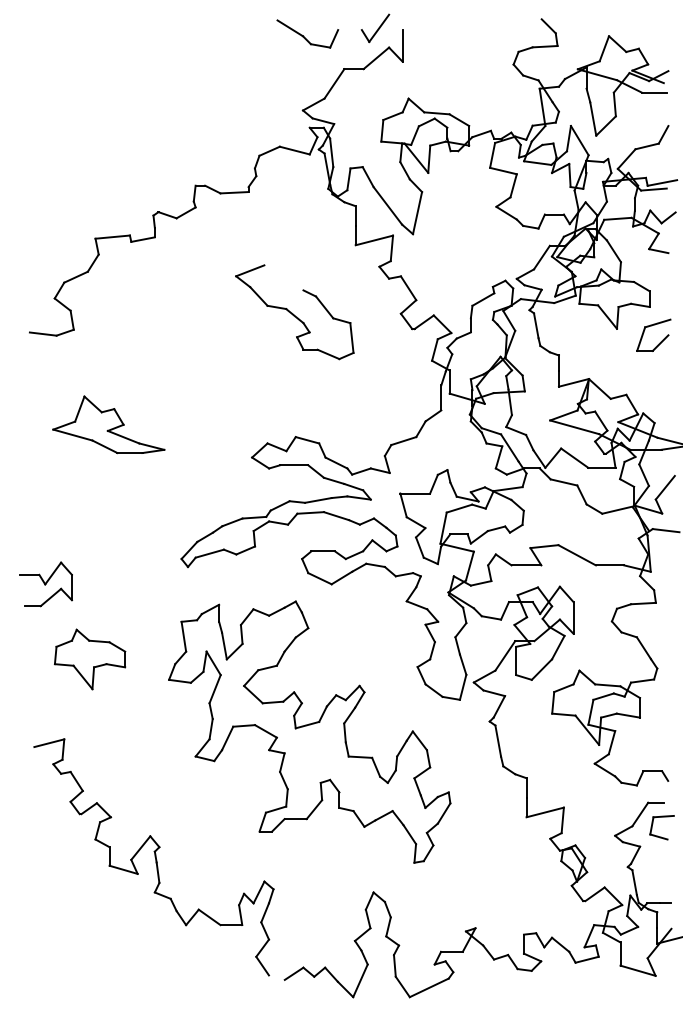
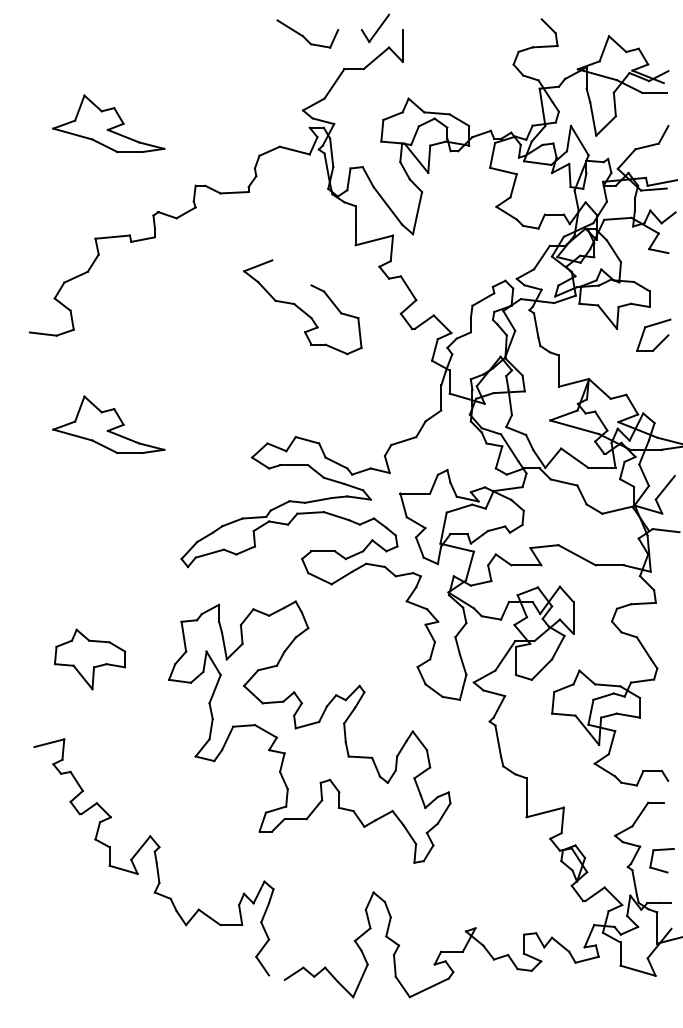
part at (108, 123): none -> present
part at (294, 312) position: (294, 312) -> (302, 307)
part at (45, 584): present -> none
part at (653, 824) position: (653, 824) -> (653, 857)
